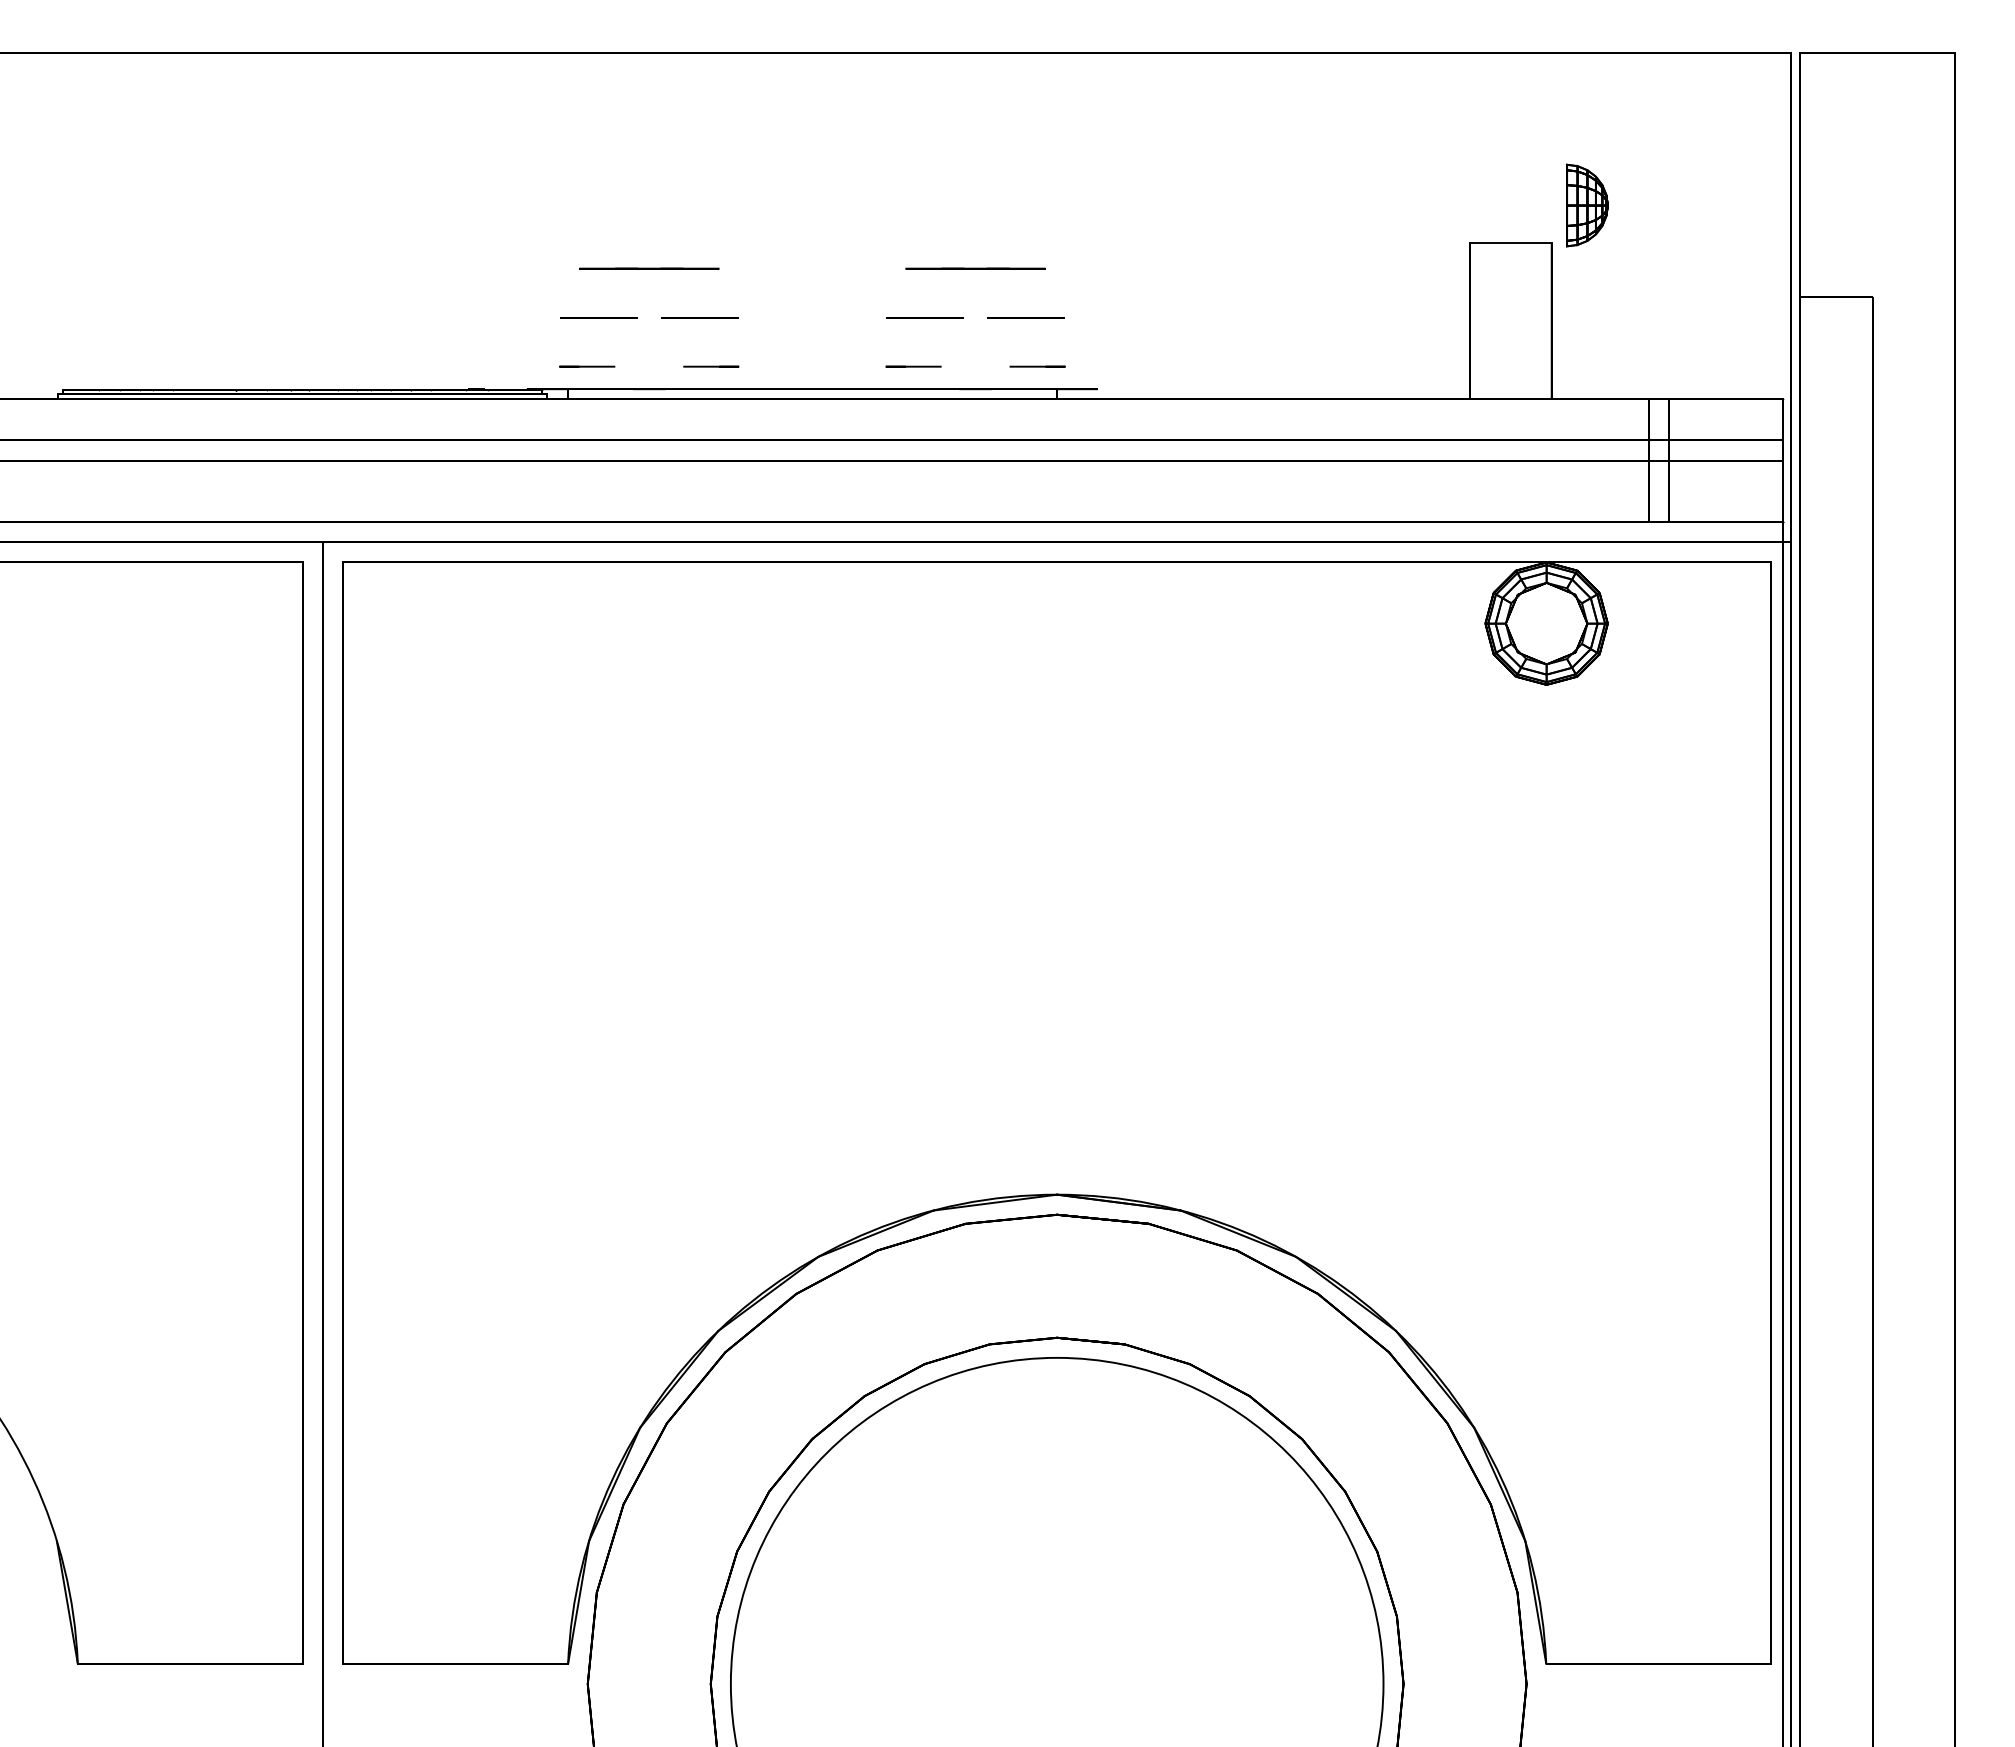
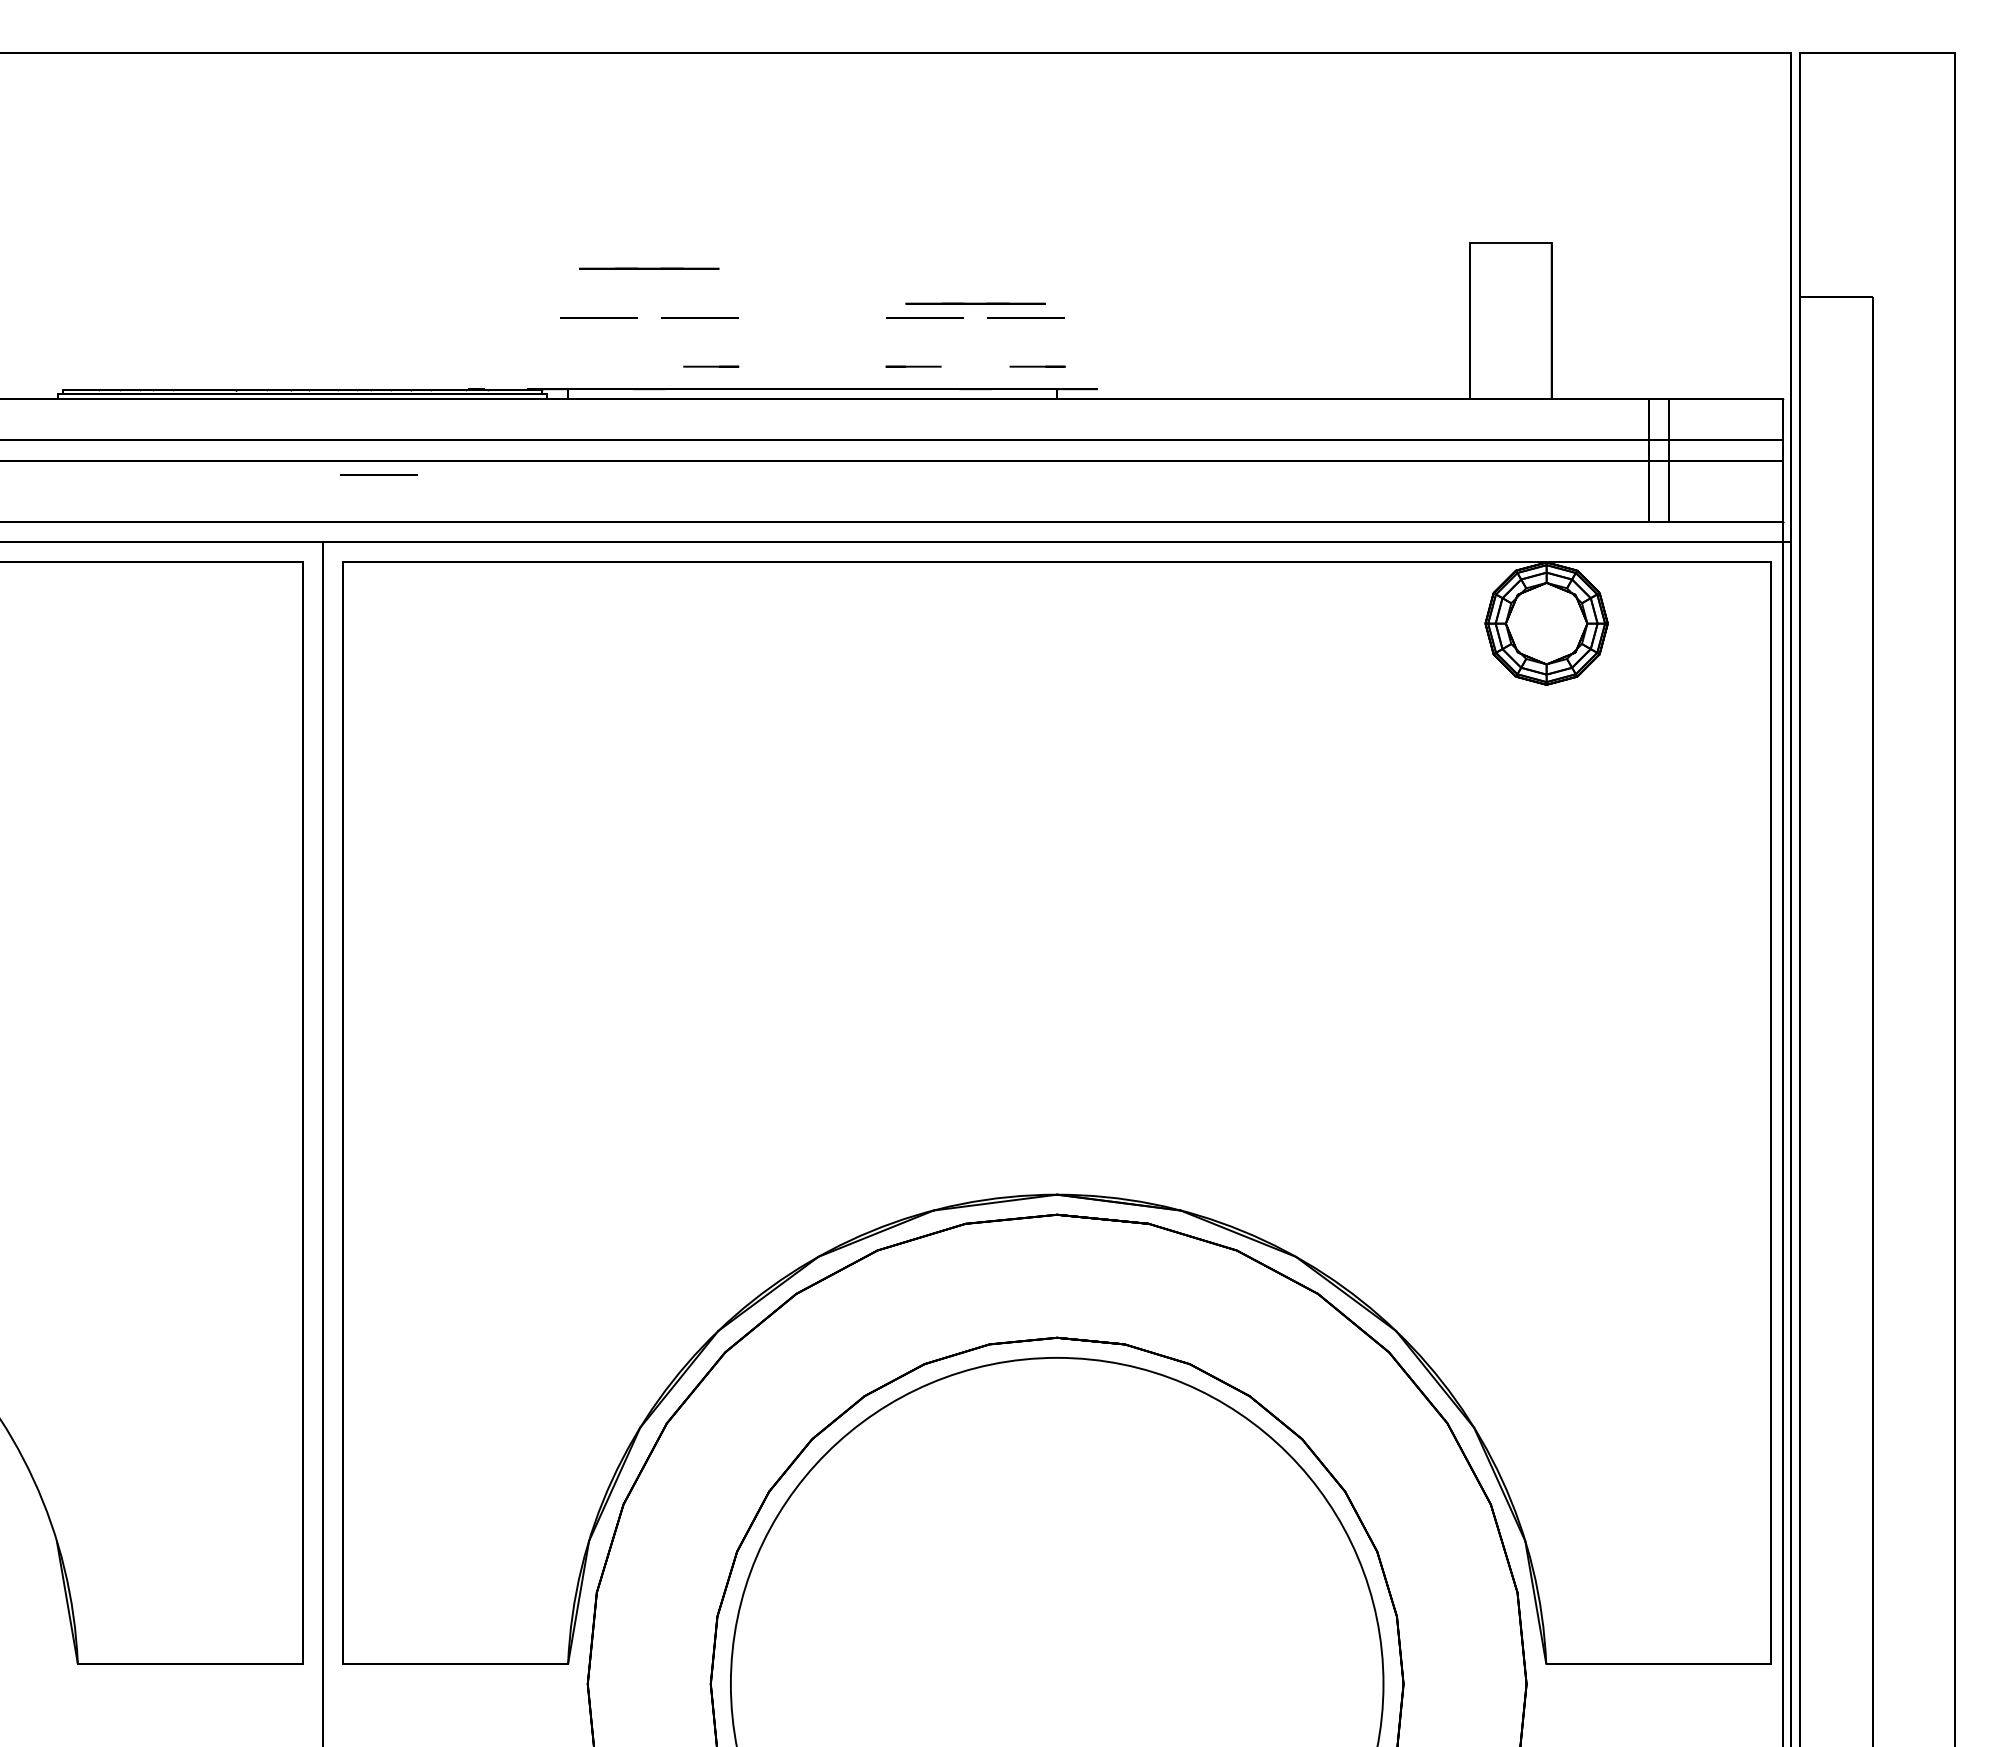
part at (1587, 205): present -> none
line at (975, 268) position: (975, 268) -> (975, 303)
line at (587, 366): present -> none
line at (378, 474): none -> present
